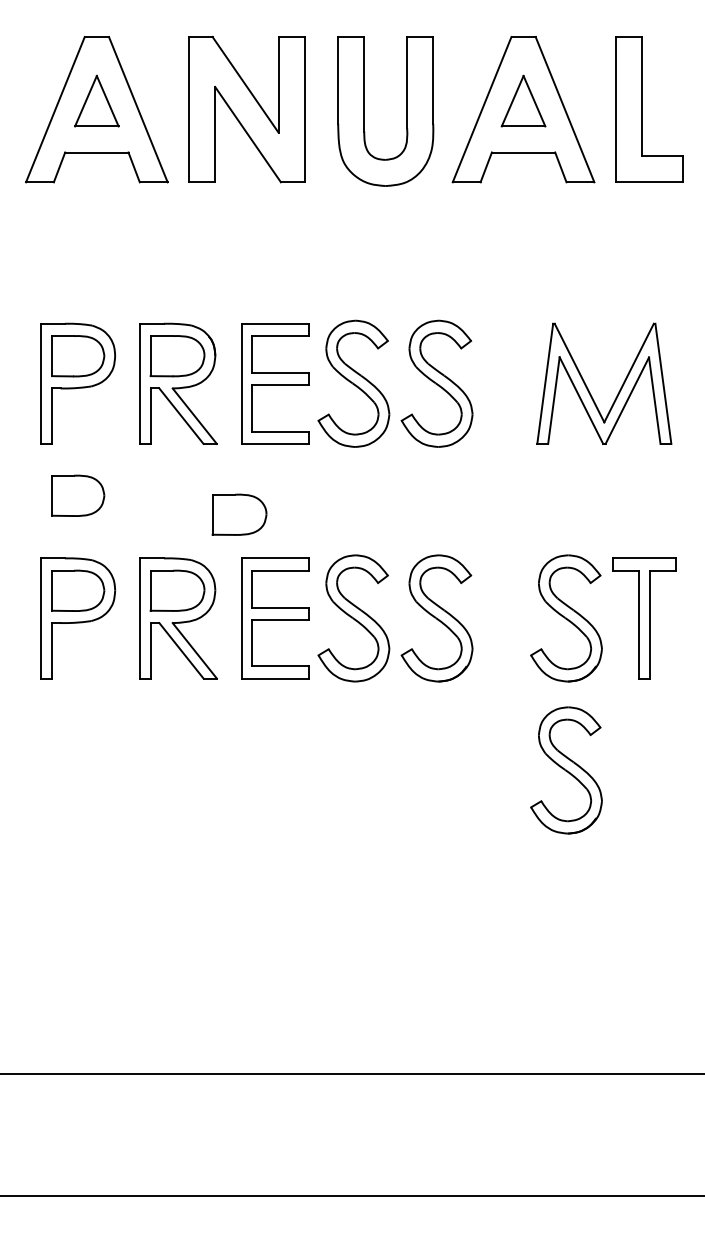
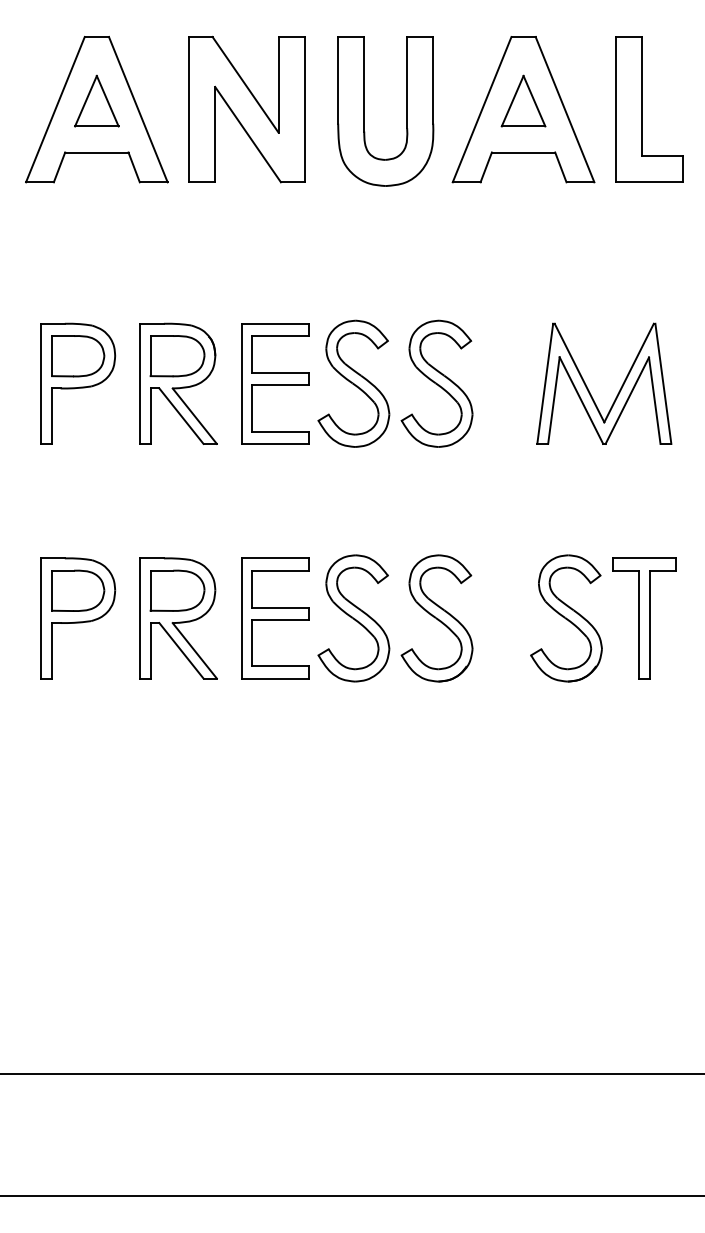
part at (78, 495): present -> none
part at (239, 514): present -> none
part at (566, 770): present -> none
